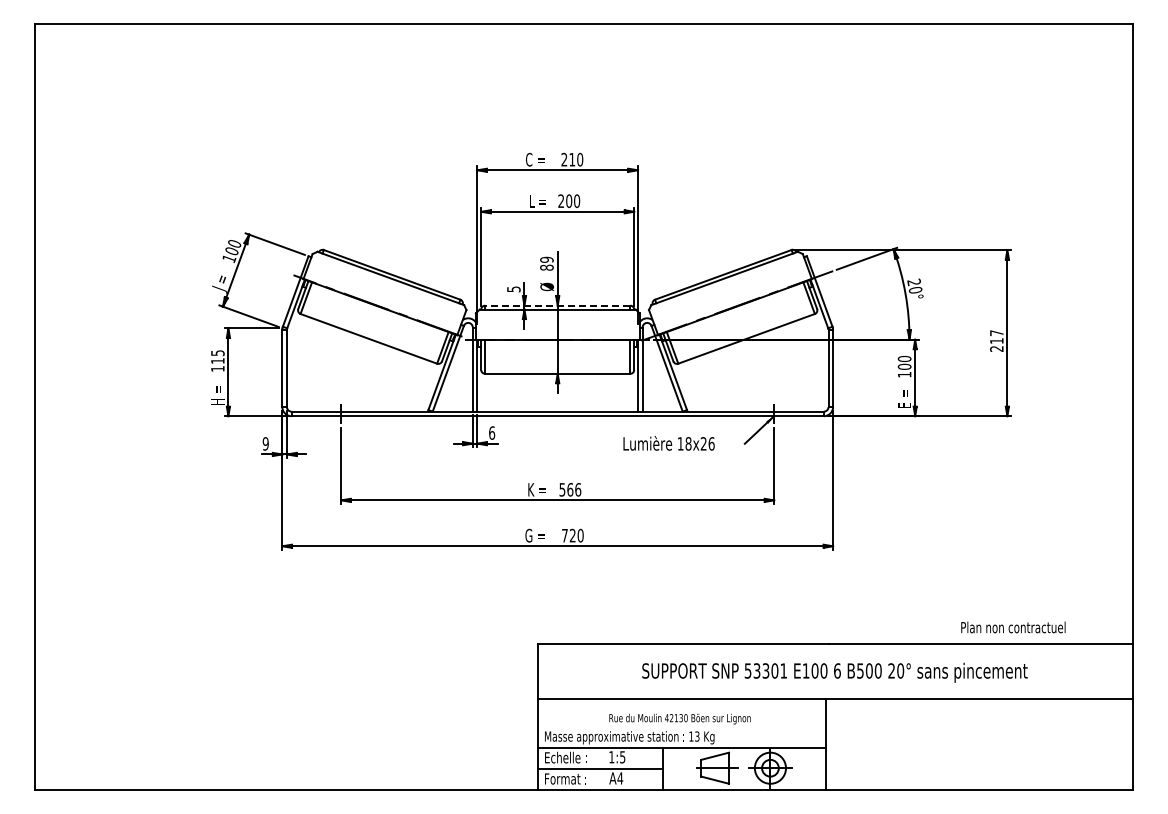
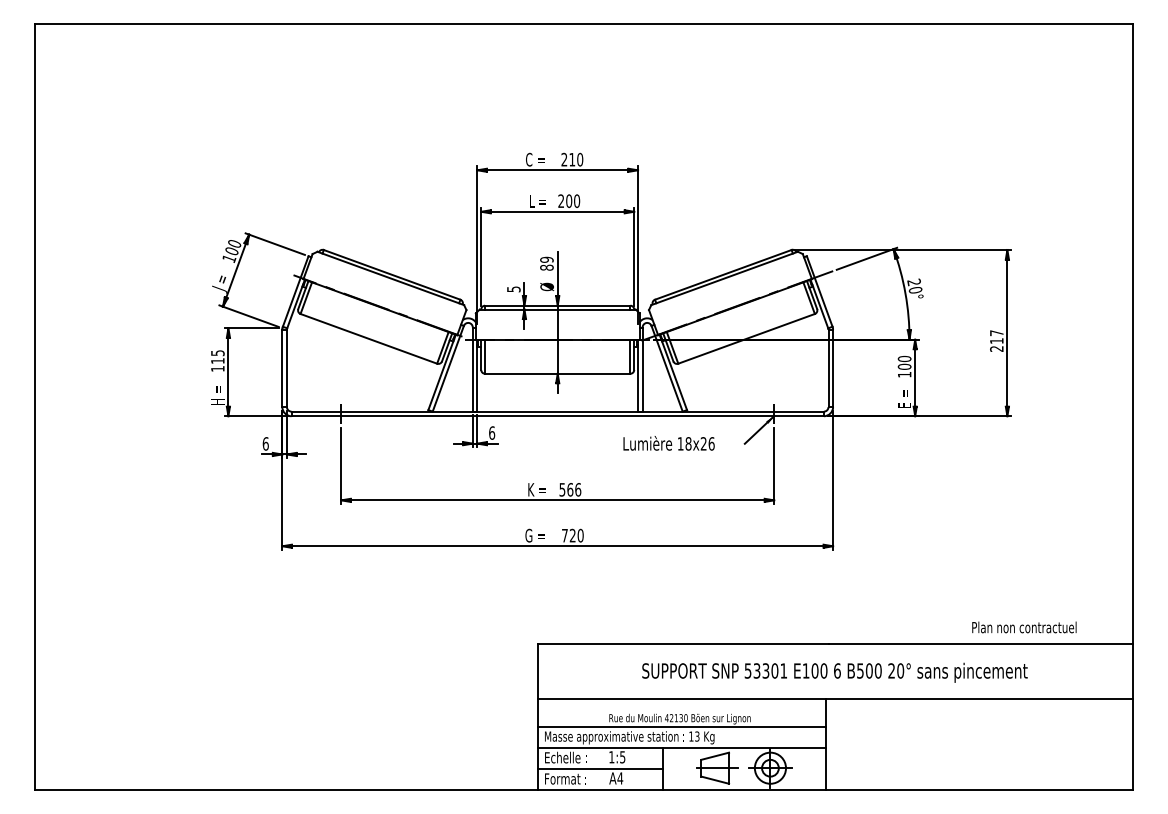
line at (557, 305): dashed -> solid
text at (265, 443): 9 -> 6
text at (1013, 627) position: (1013, 627) -> (1024, 627)
line at (681, 726): none -> present
